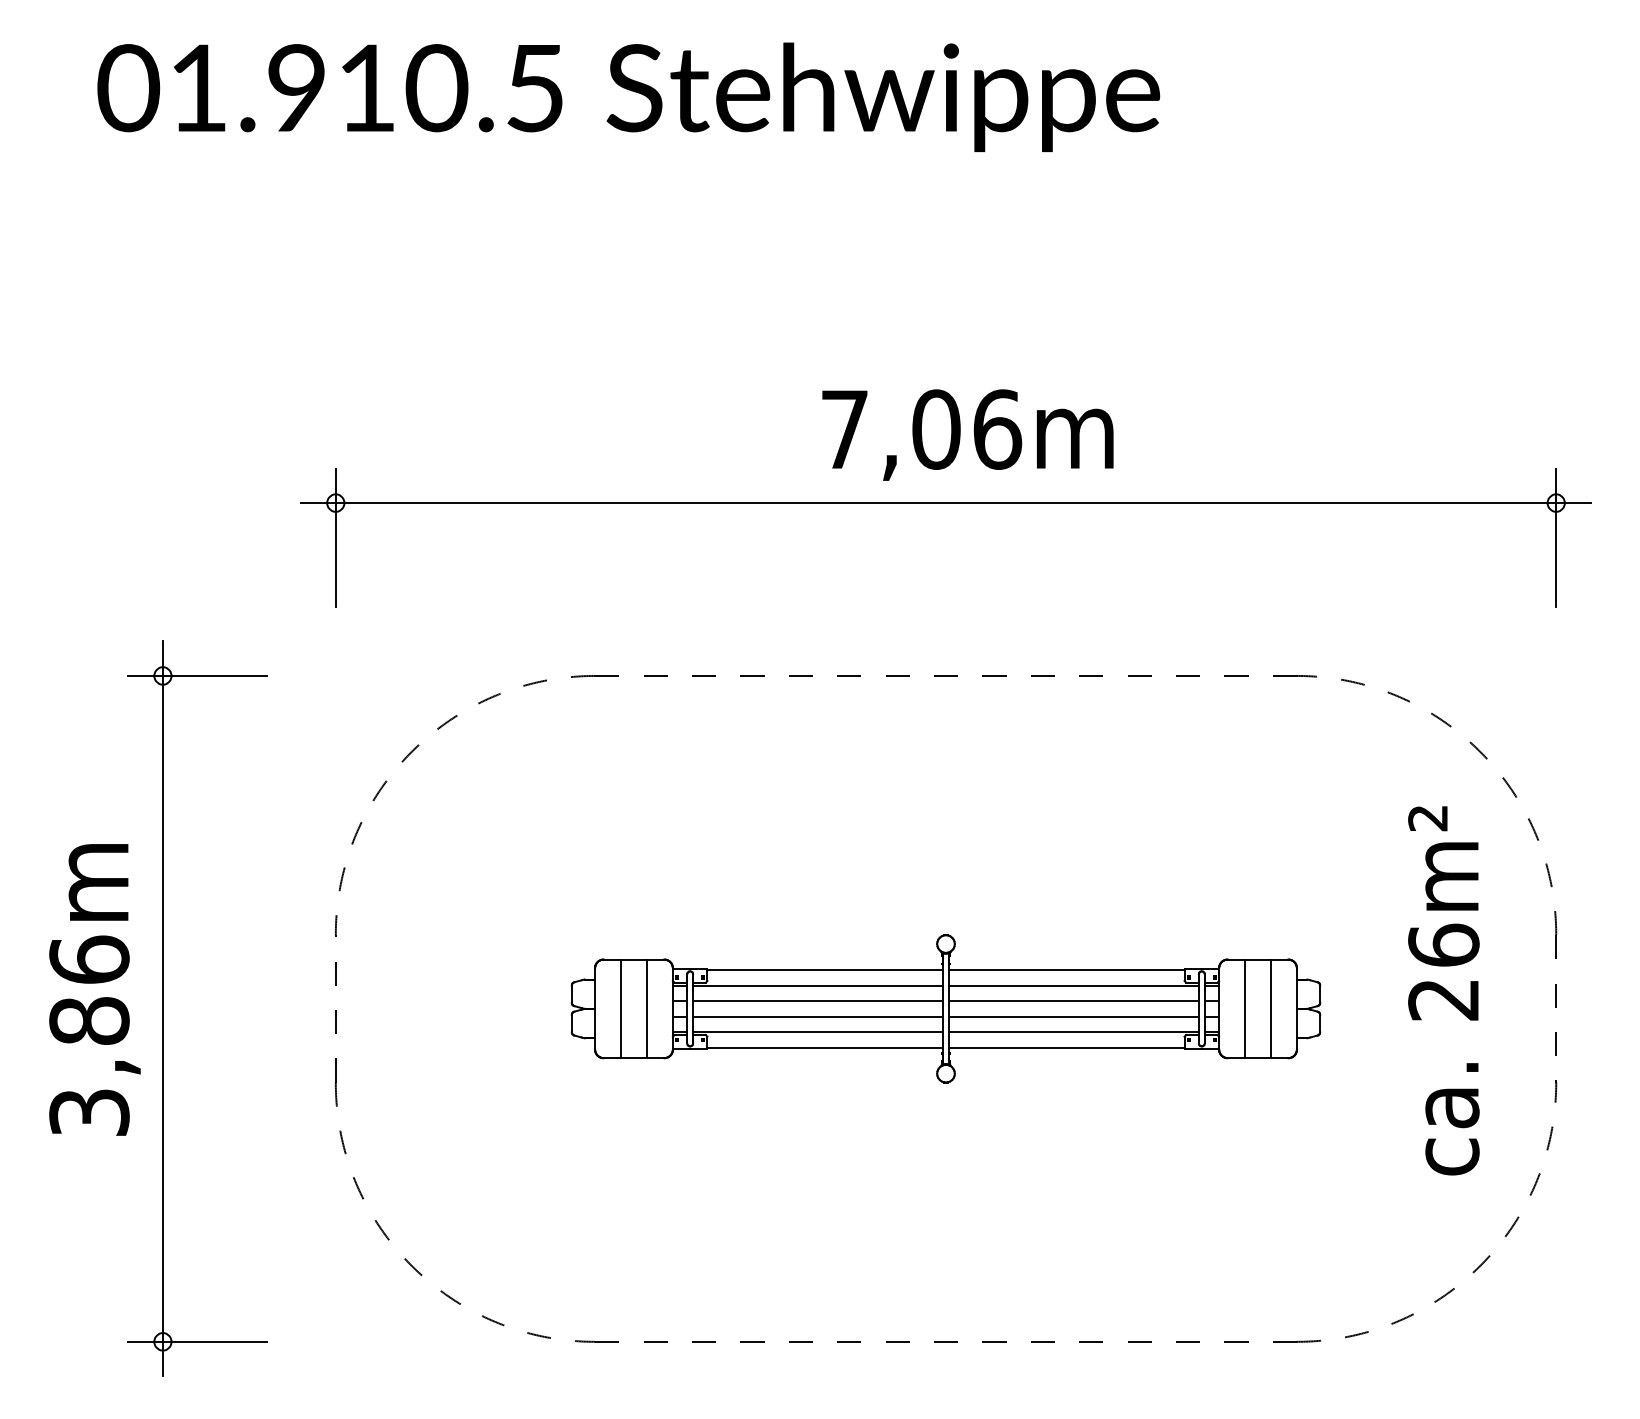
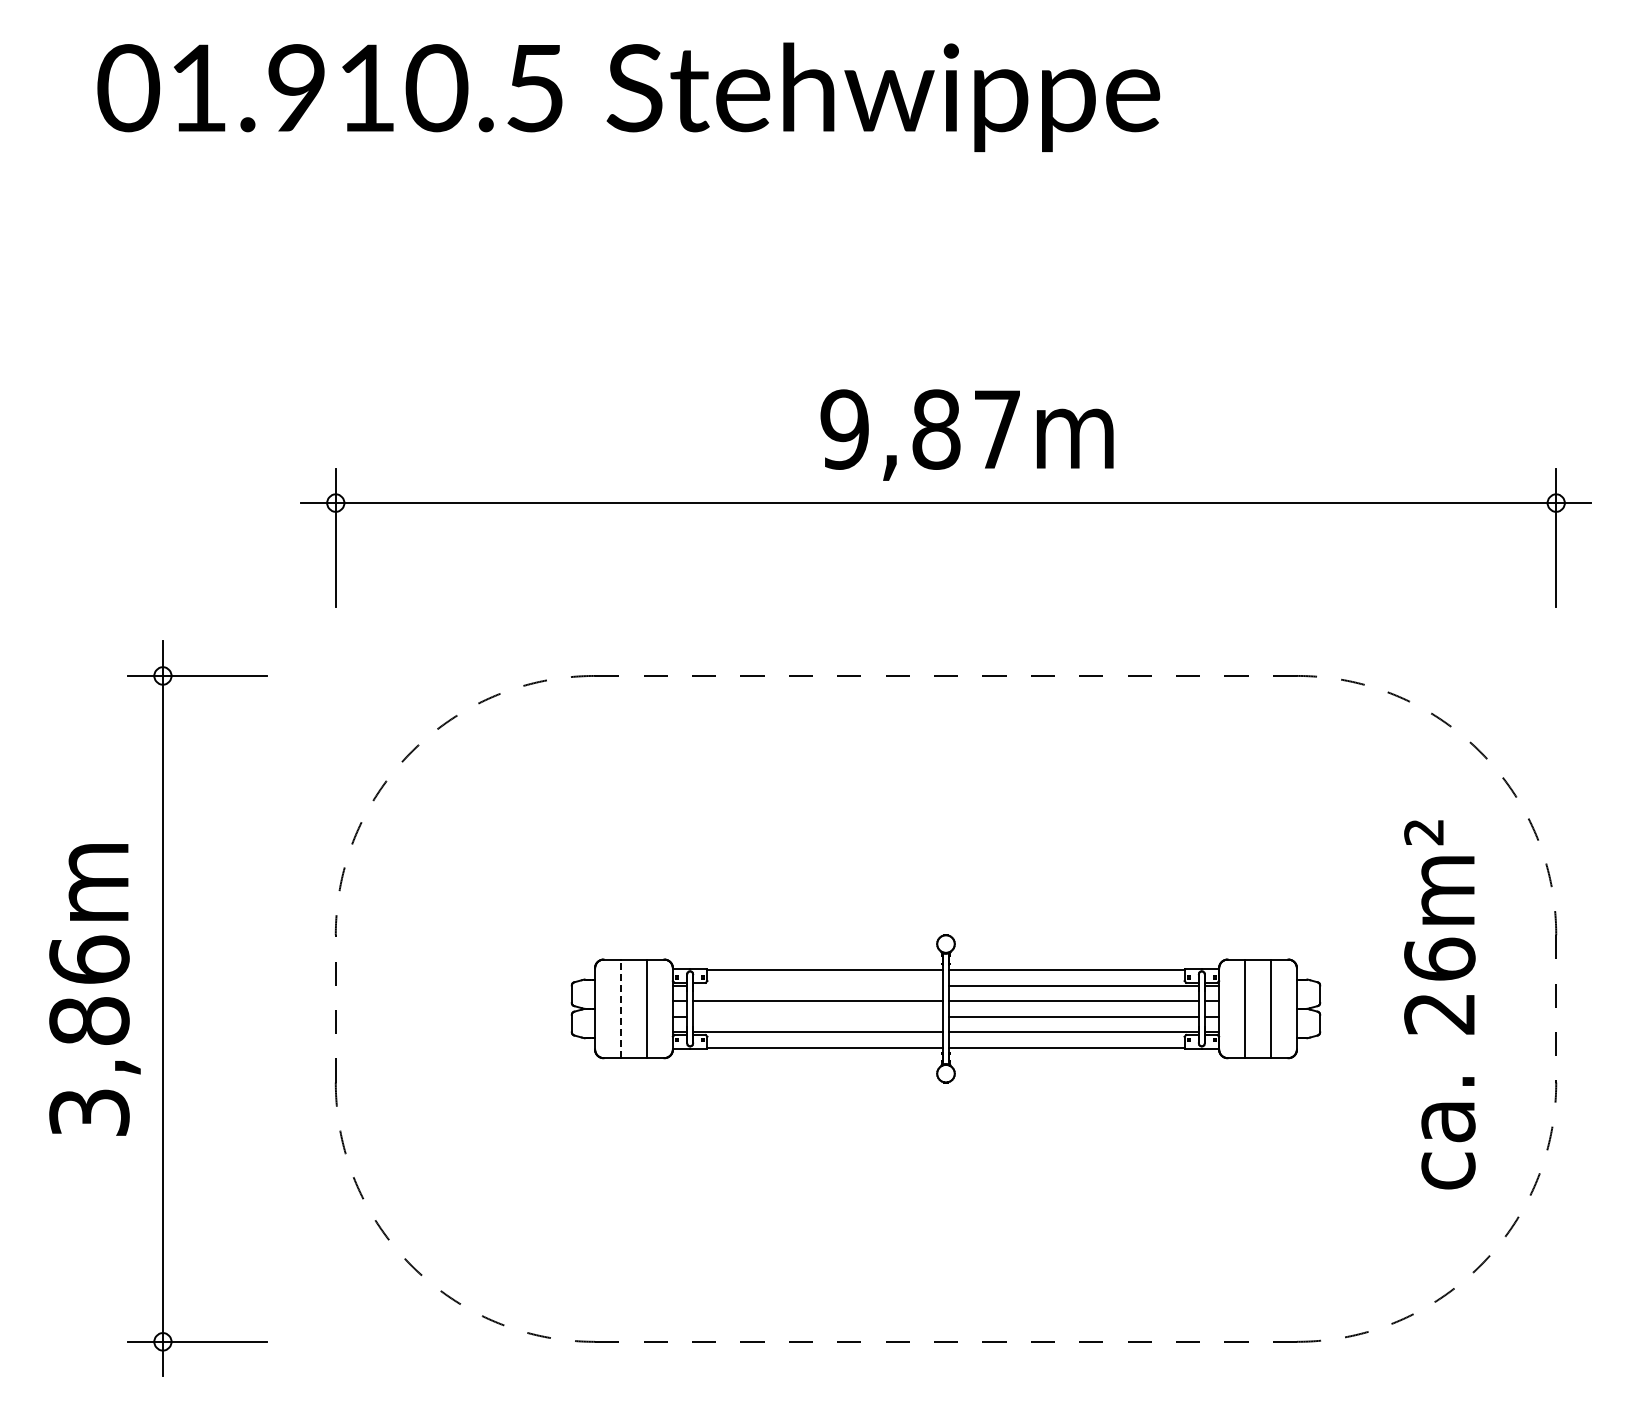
text at (921, 429): 7,06m -> 9,87m
line at (818, 985): present -> none
text at (1443, 990) position: (1443, 990) -> (1439, 1004)
line at (621, 1008): solid -> dashed
line at (818, 1016): present -> none
